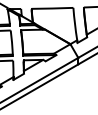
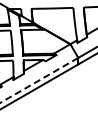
line at (39, 80): solid -> dashed
